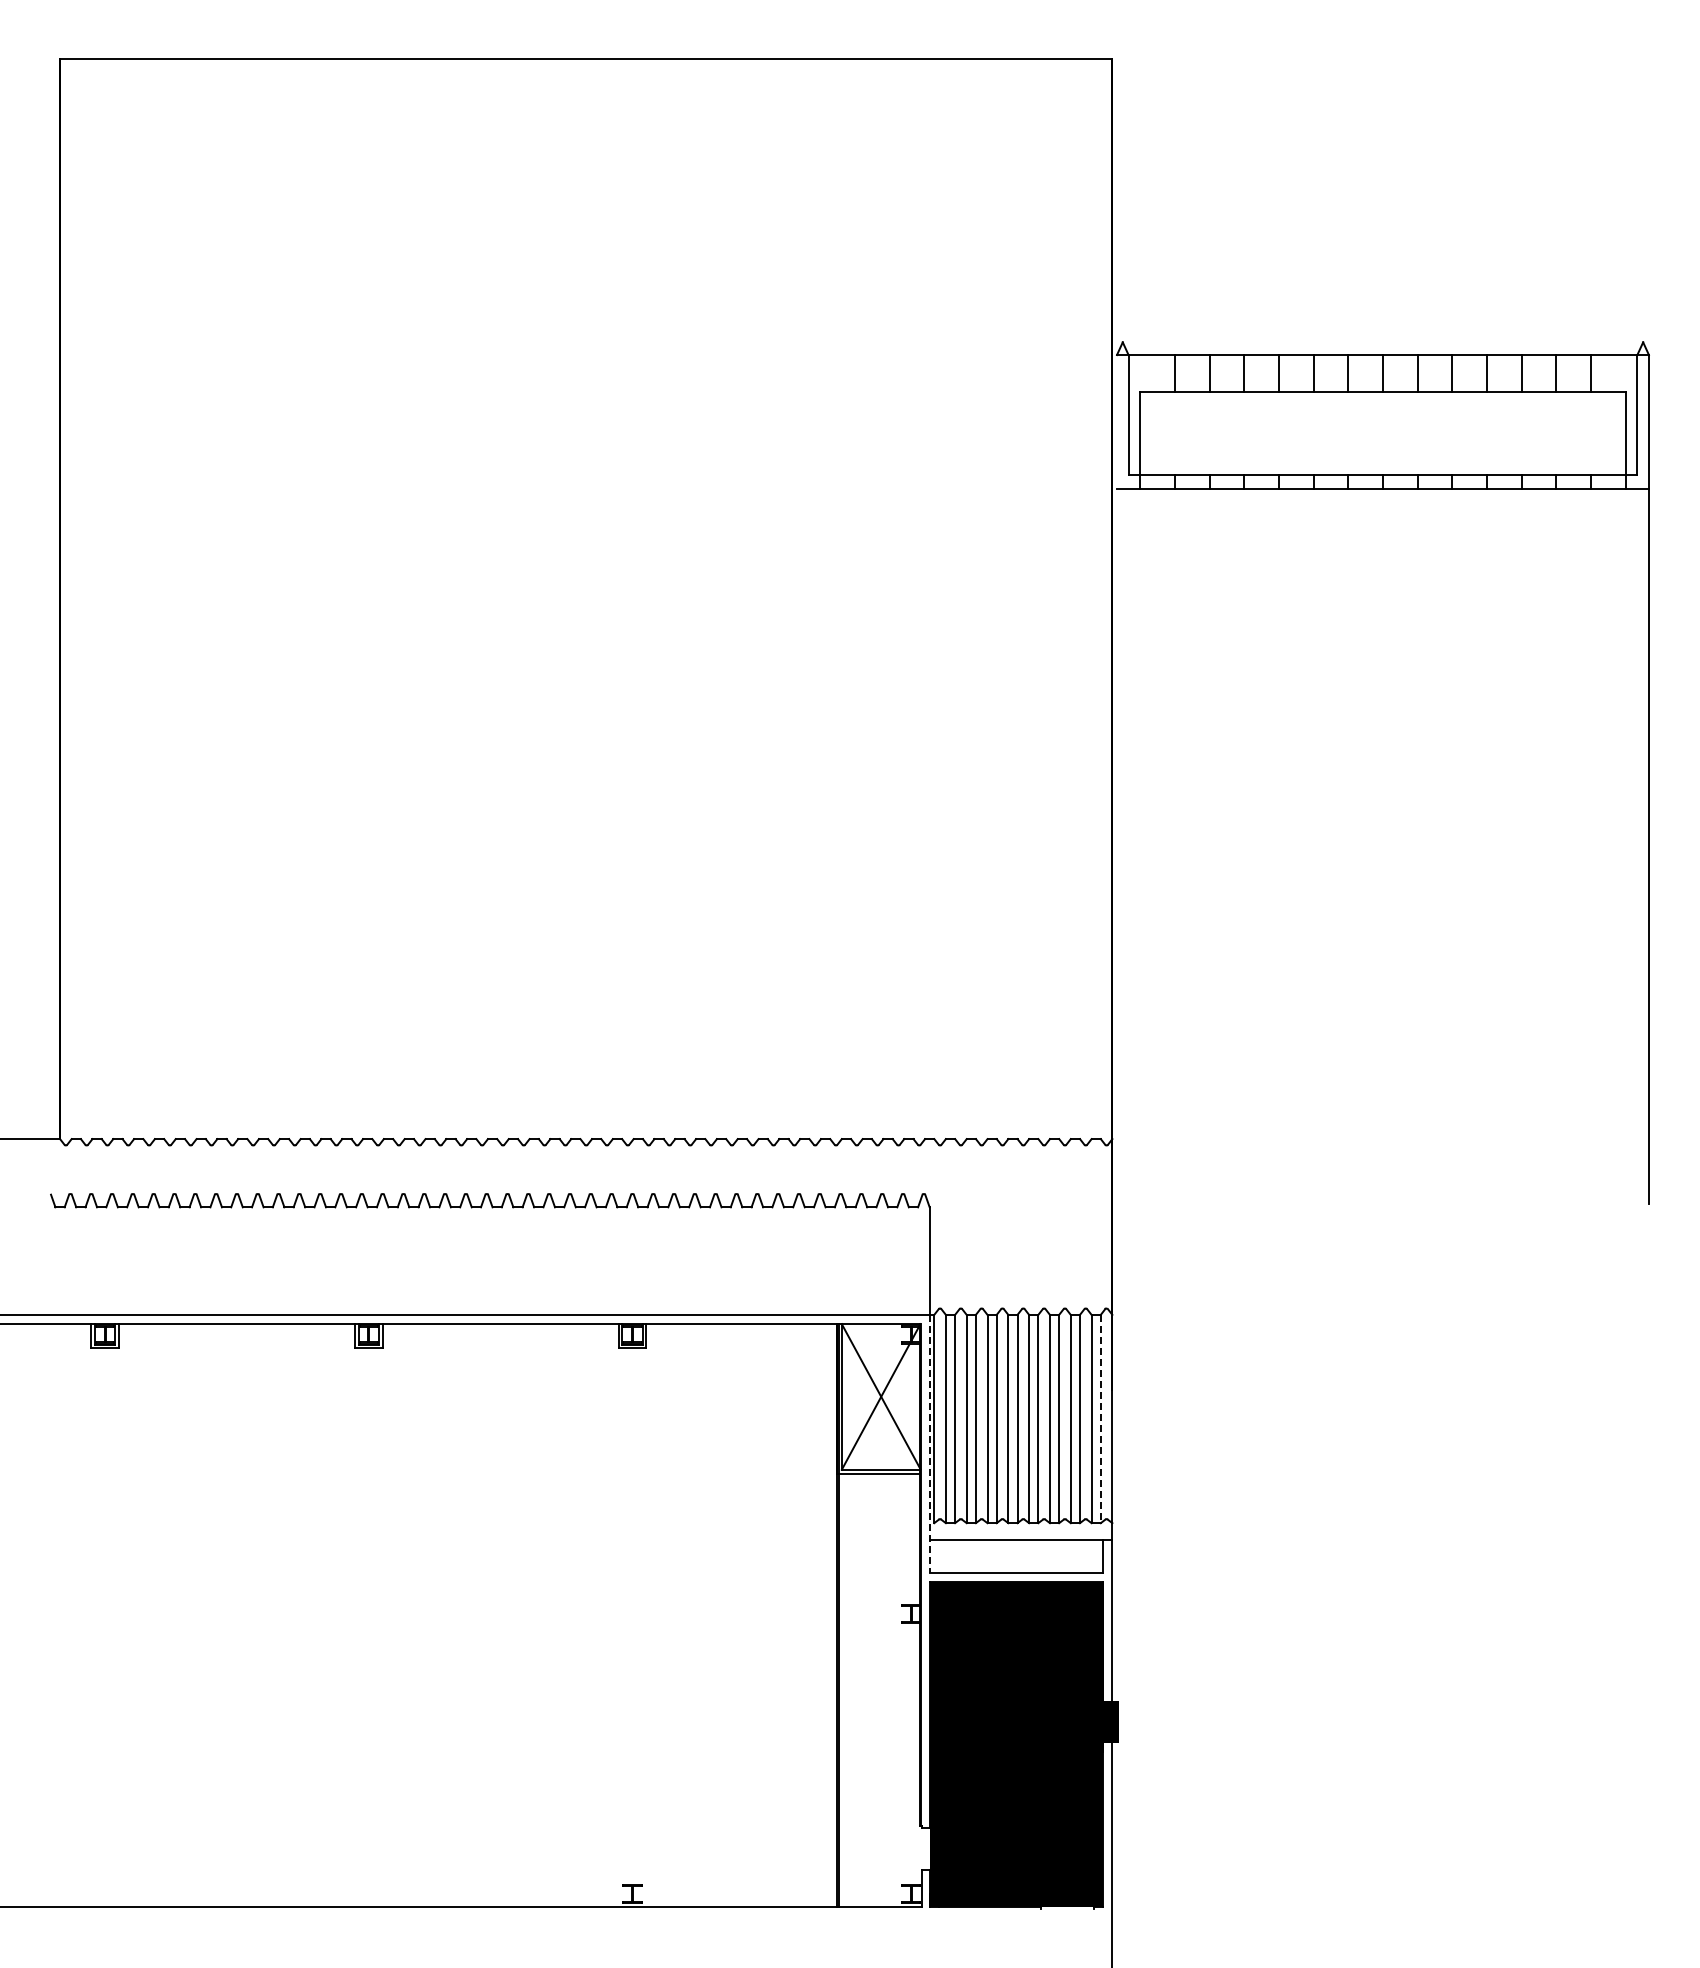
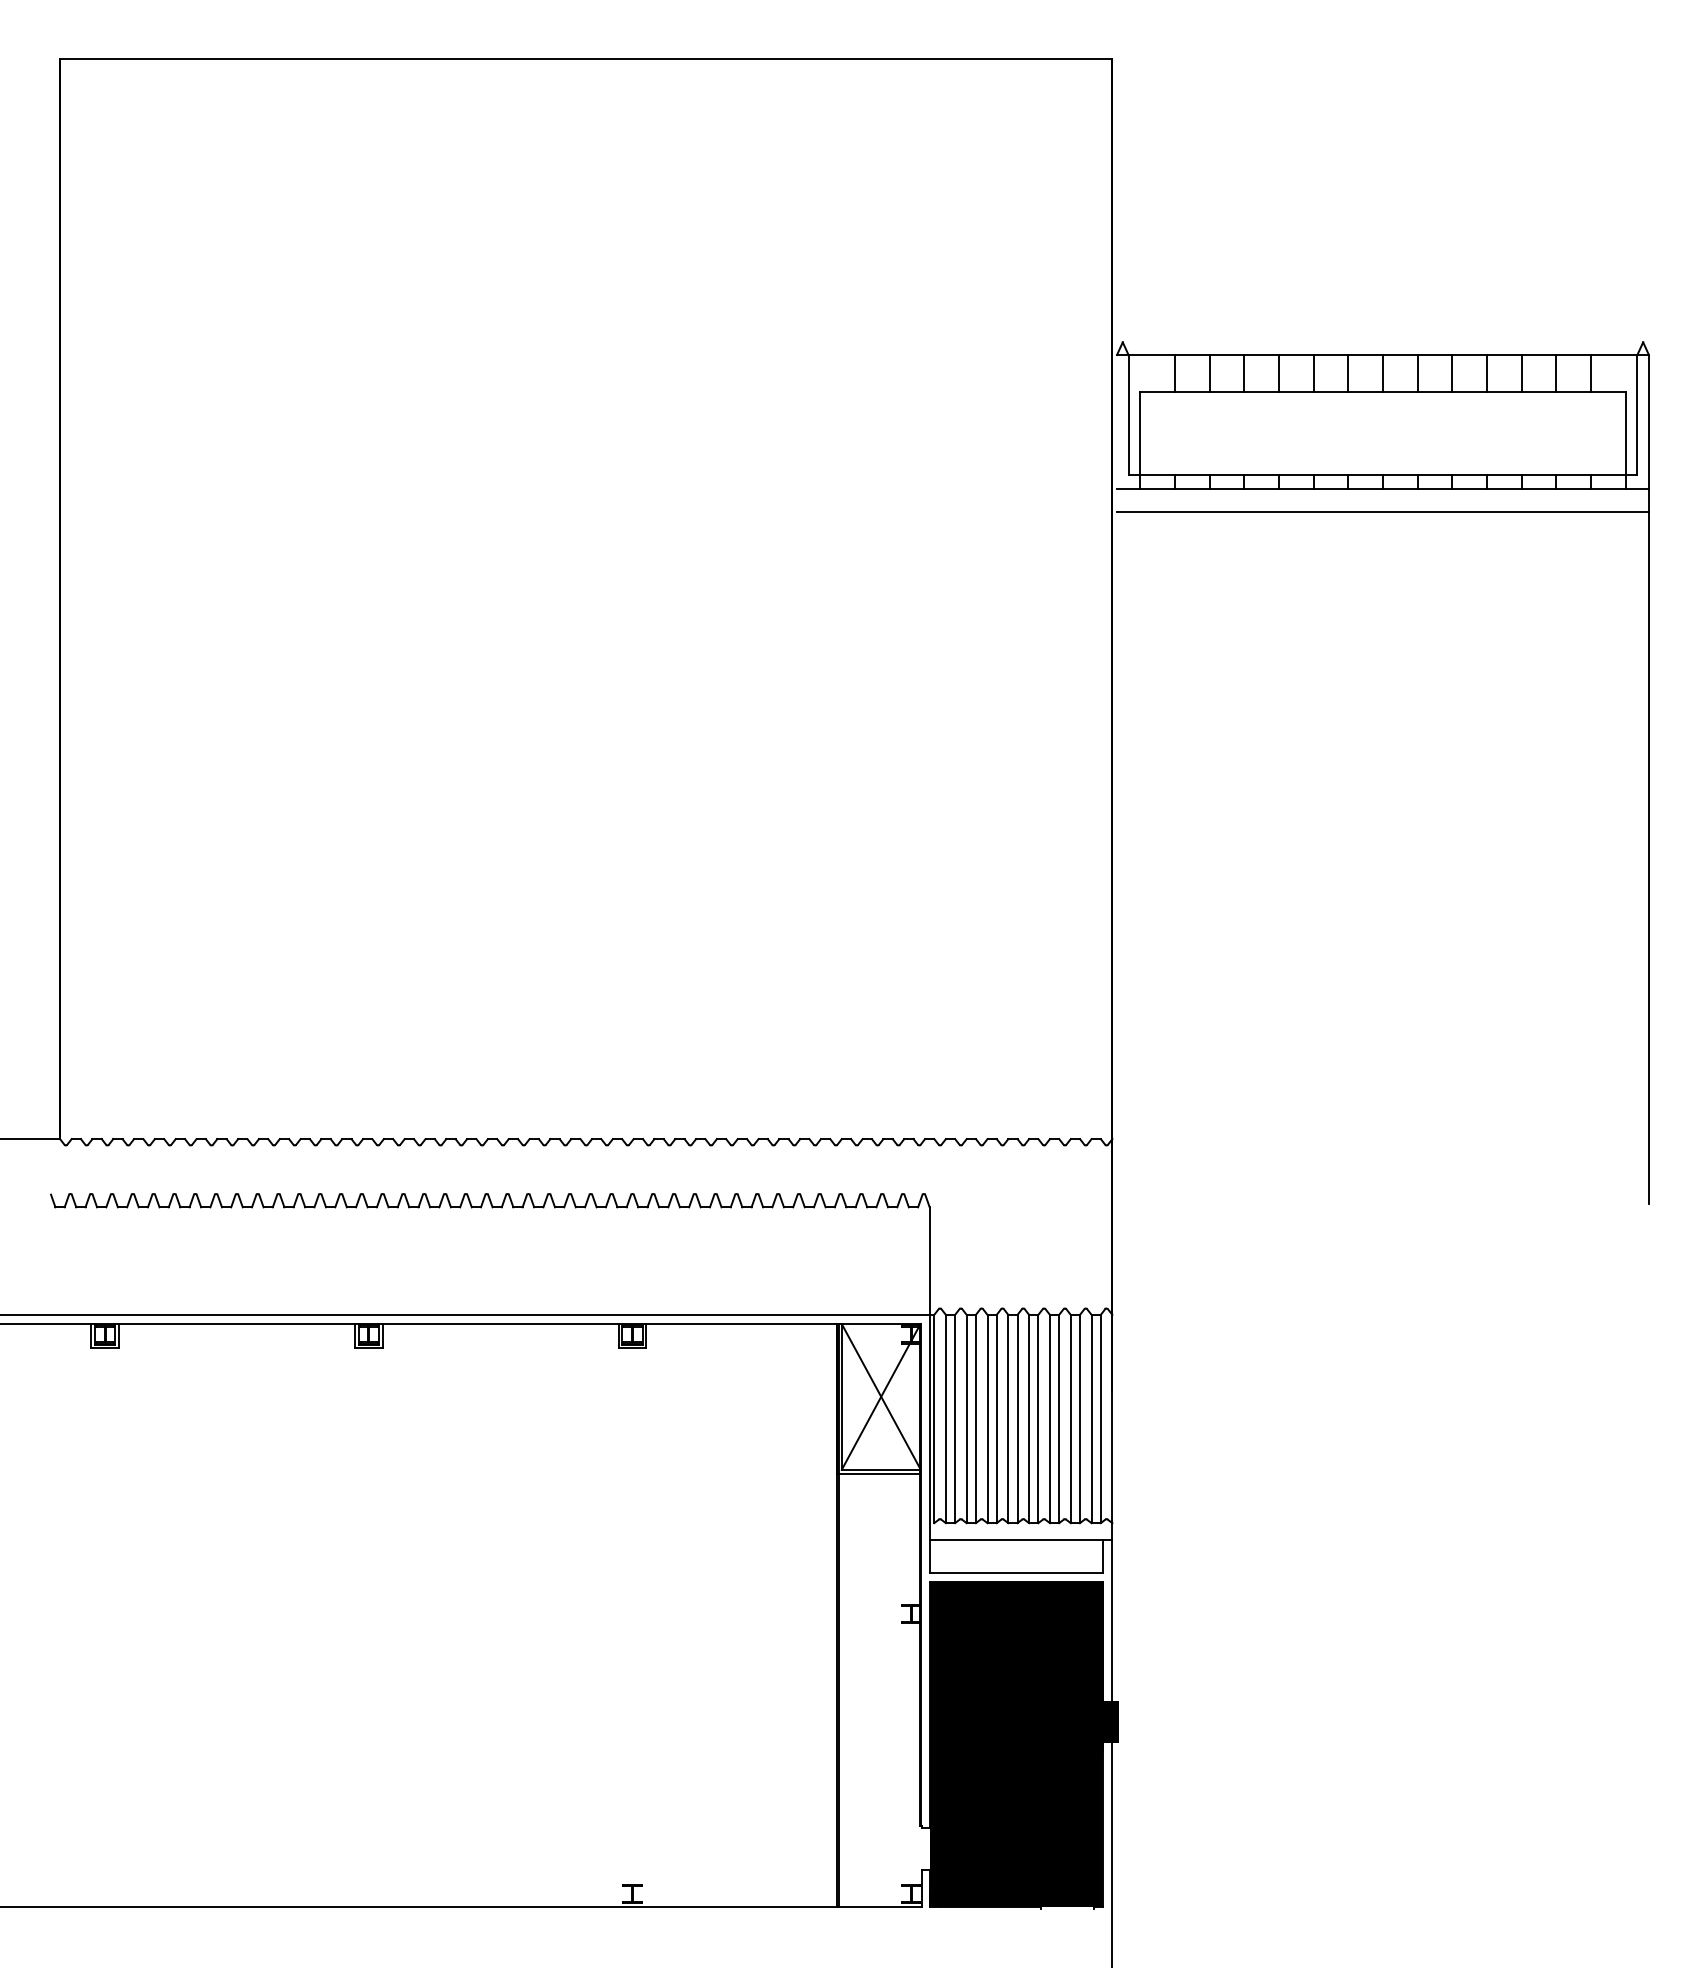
line at (1382, 512): none -> present
line at (1100, 1419): dashed -> solid
line at (929, 1443): dashed -> solid
